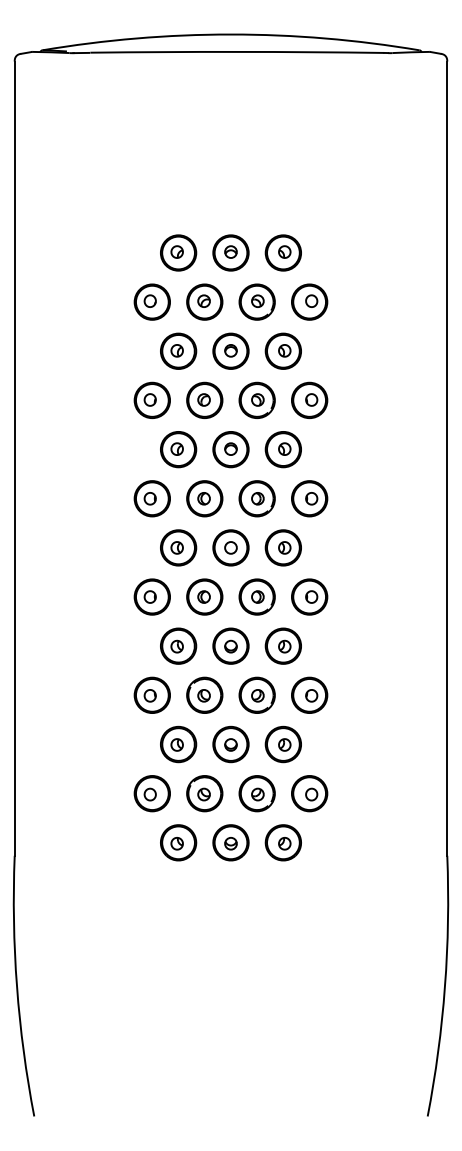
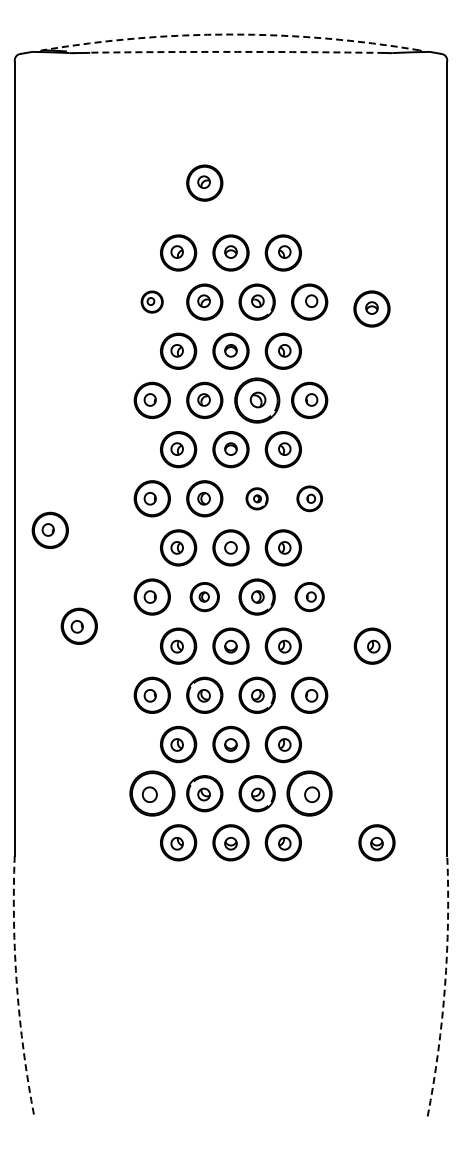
arc at (231, 34): solid -> dashed
arc at (237, 51): solid -> dashed
part at (204, 182): none -> present
part at (151, 301) size: 38x38 px -> 24x24 px
part at (371, 308): none -> present
part at (256, 399) size: 38x38 px -> 47x47 px
part at (256, 498) size: 38x38 px -> 24x24 px
part at (309, 498) size: 38x38 px -> 27x28 px
part at (49, 529): none -> present
part at (204, 596) size: 38x38 px -> 31x31 px
part at (309, 596) size: 38x38 px -> 31x31 px
part at (78, 625): none -> present
part at (371, 645): none -> present
part at (151, 793) size: 38x38 px -> 47x47 px
part at (309, 793) size: 38x38 px -> 47x47 px
part at (376, 842): none -> present
arc at (17, 986): solid -> dashed
arc at (444, 986): solid -> dashed
